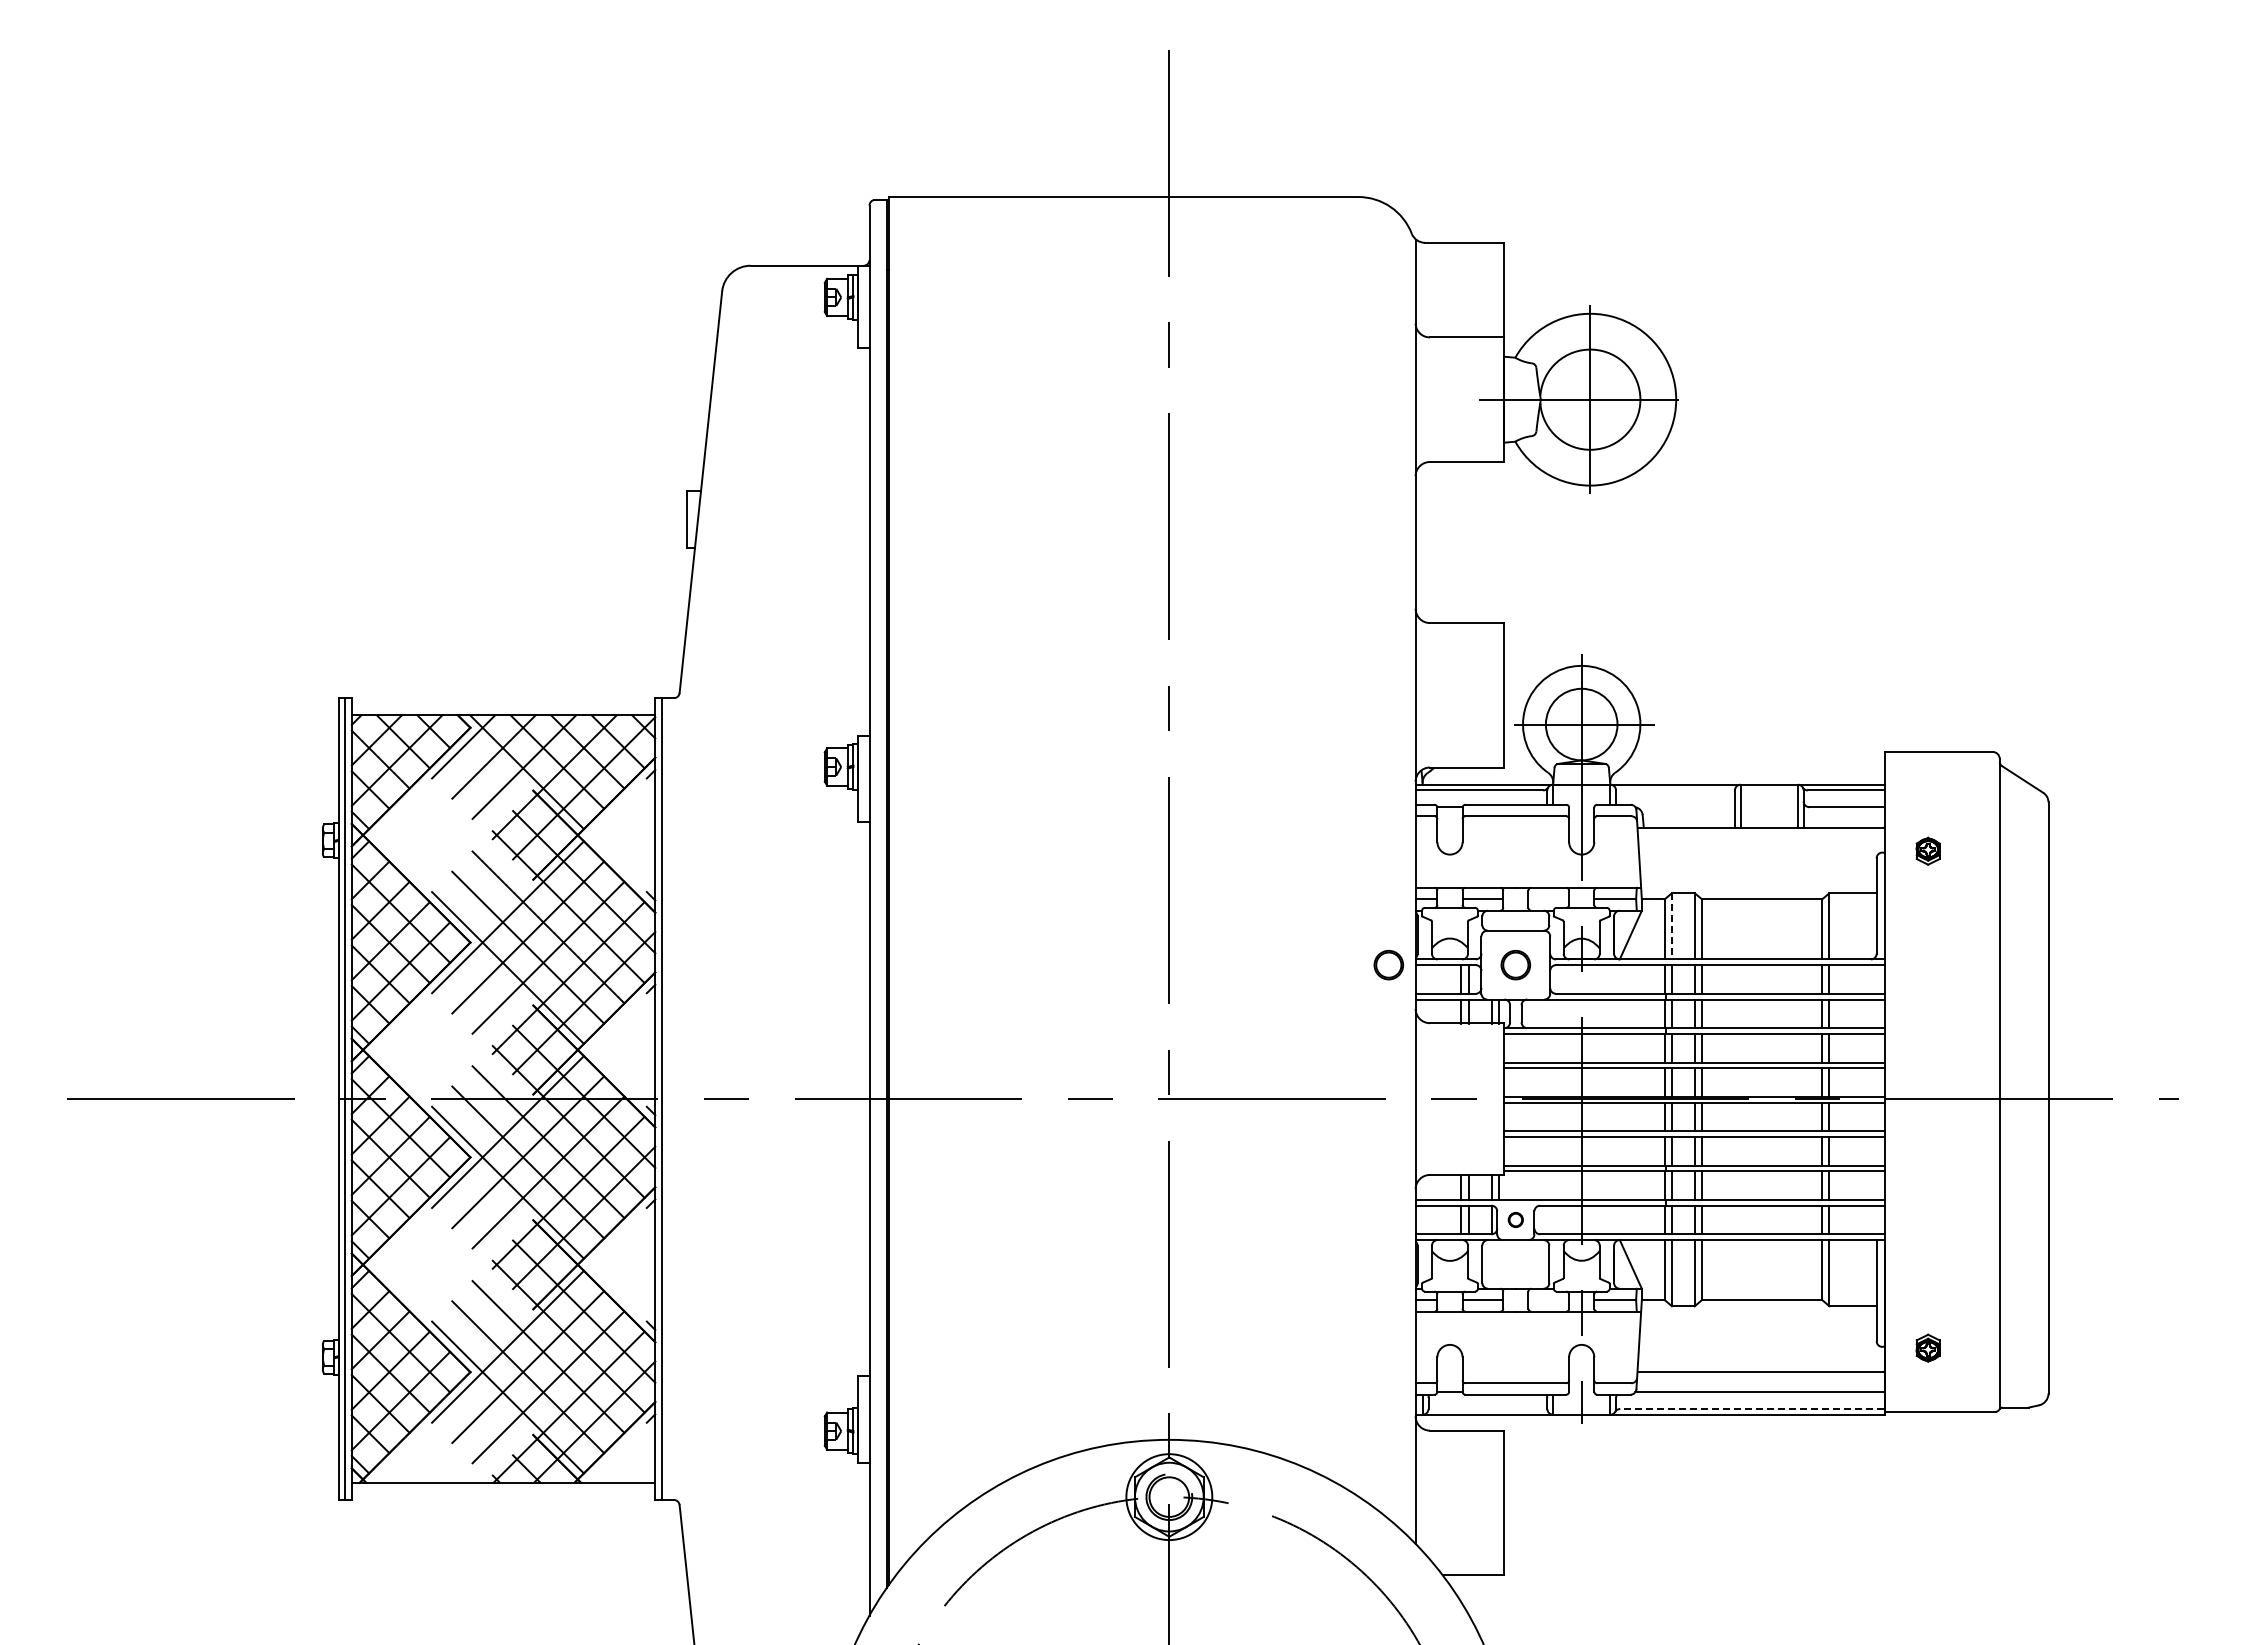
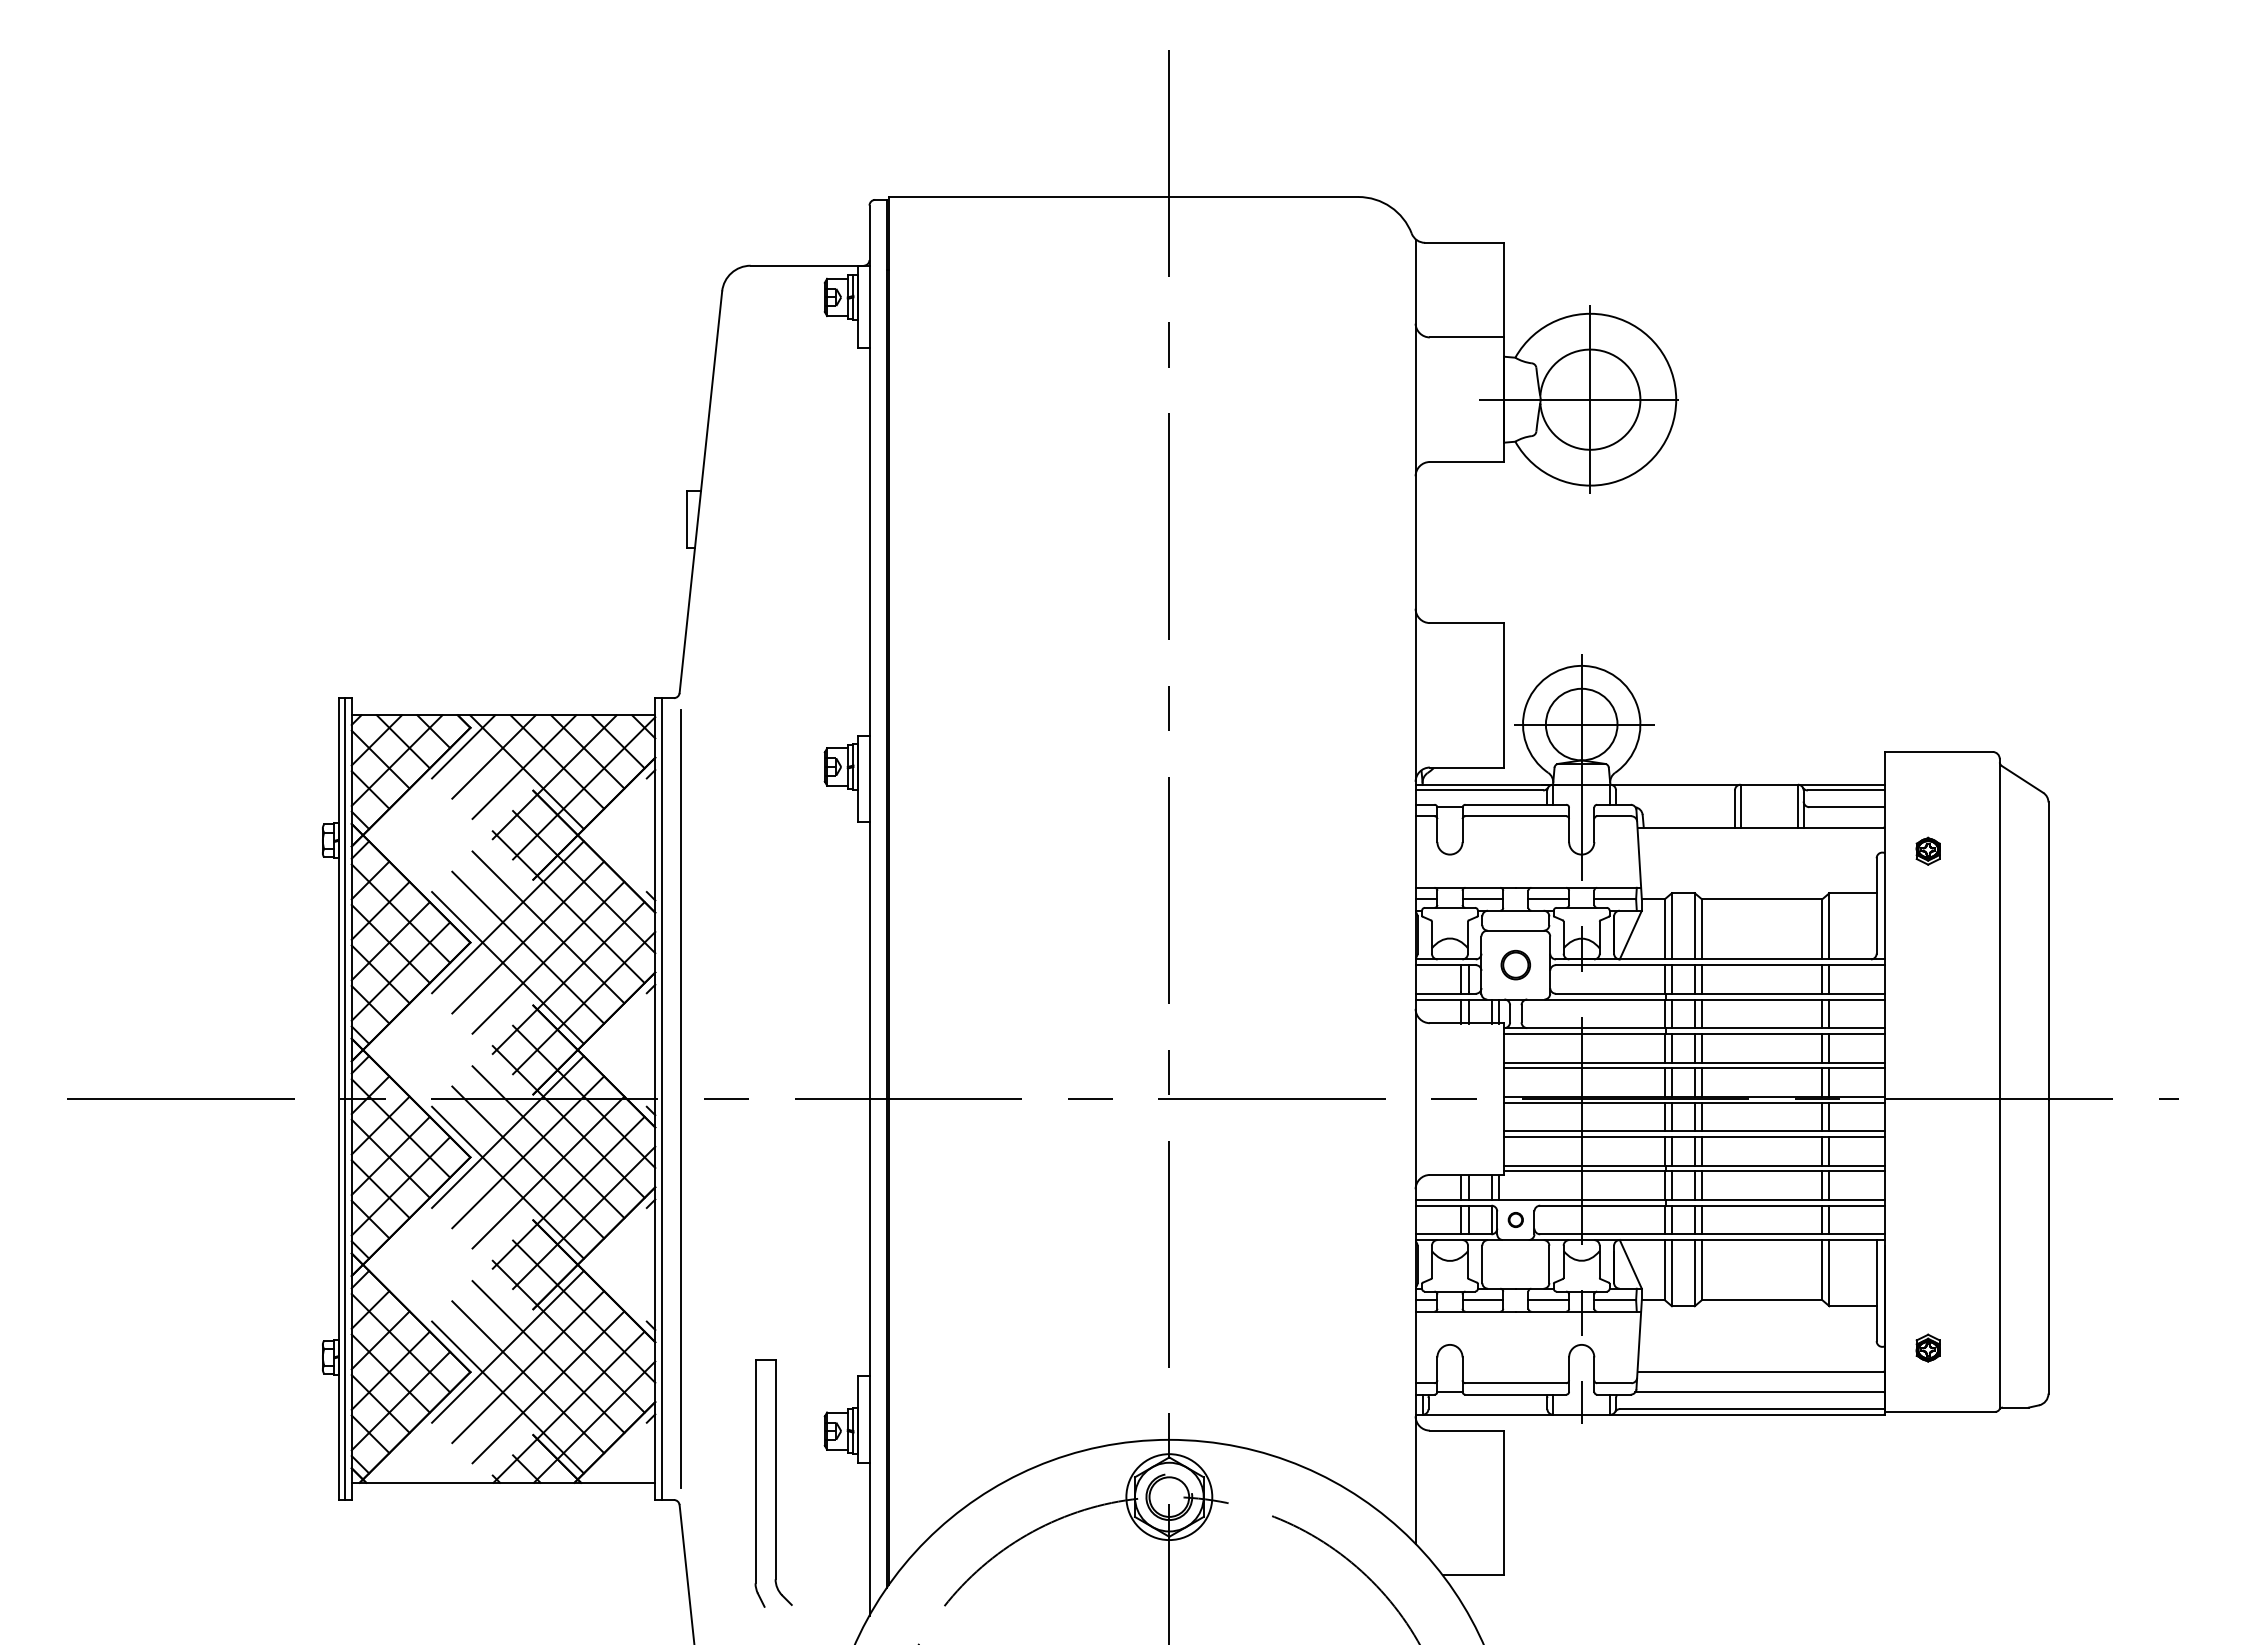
line at (1548, 899): none -> present
line at (1671, 926): dashed -> solid
part at (1388, 964): present -> none
line at (680, 1098): none -> present
line at (1548, 1300): none -> present
line at (1752, 1409): dashed -> solid
part at (773, 1483): none -> present
